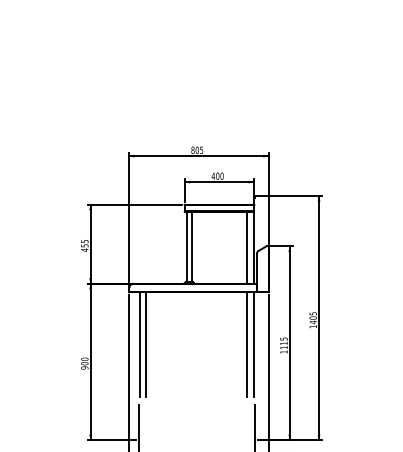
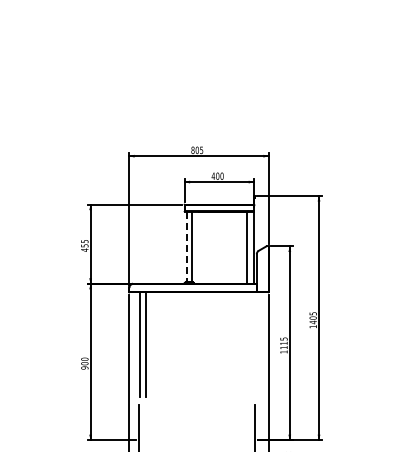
line at (187, 247): solid -> dashed
line at (247, 344): present -> none
line at (254, 344): present -> none
